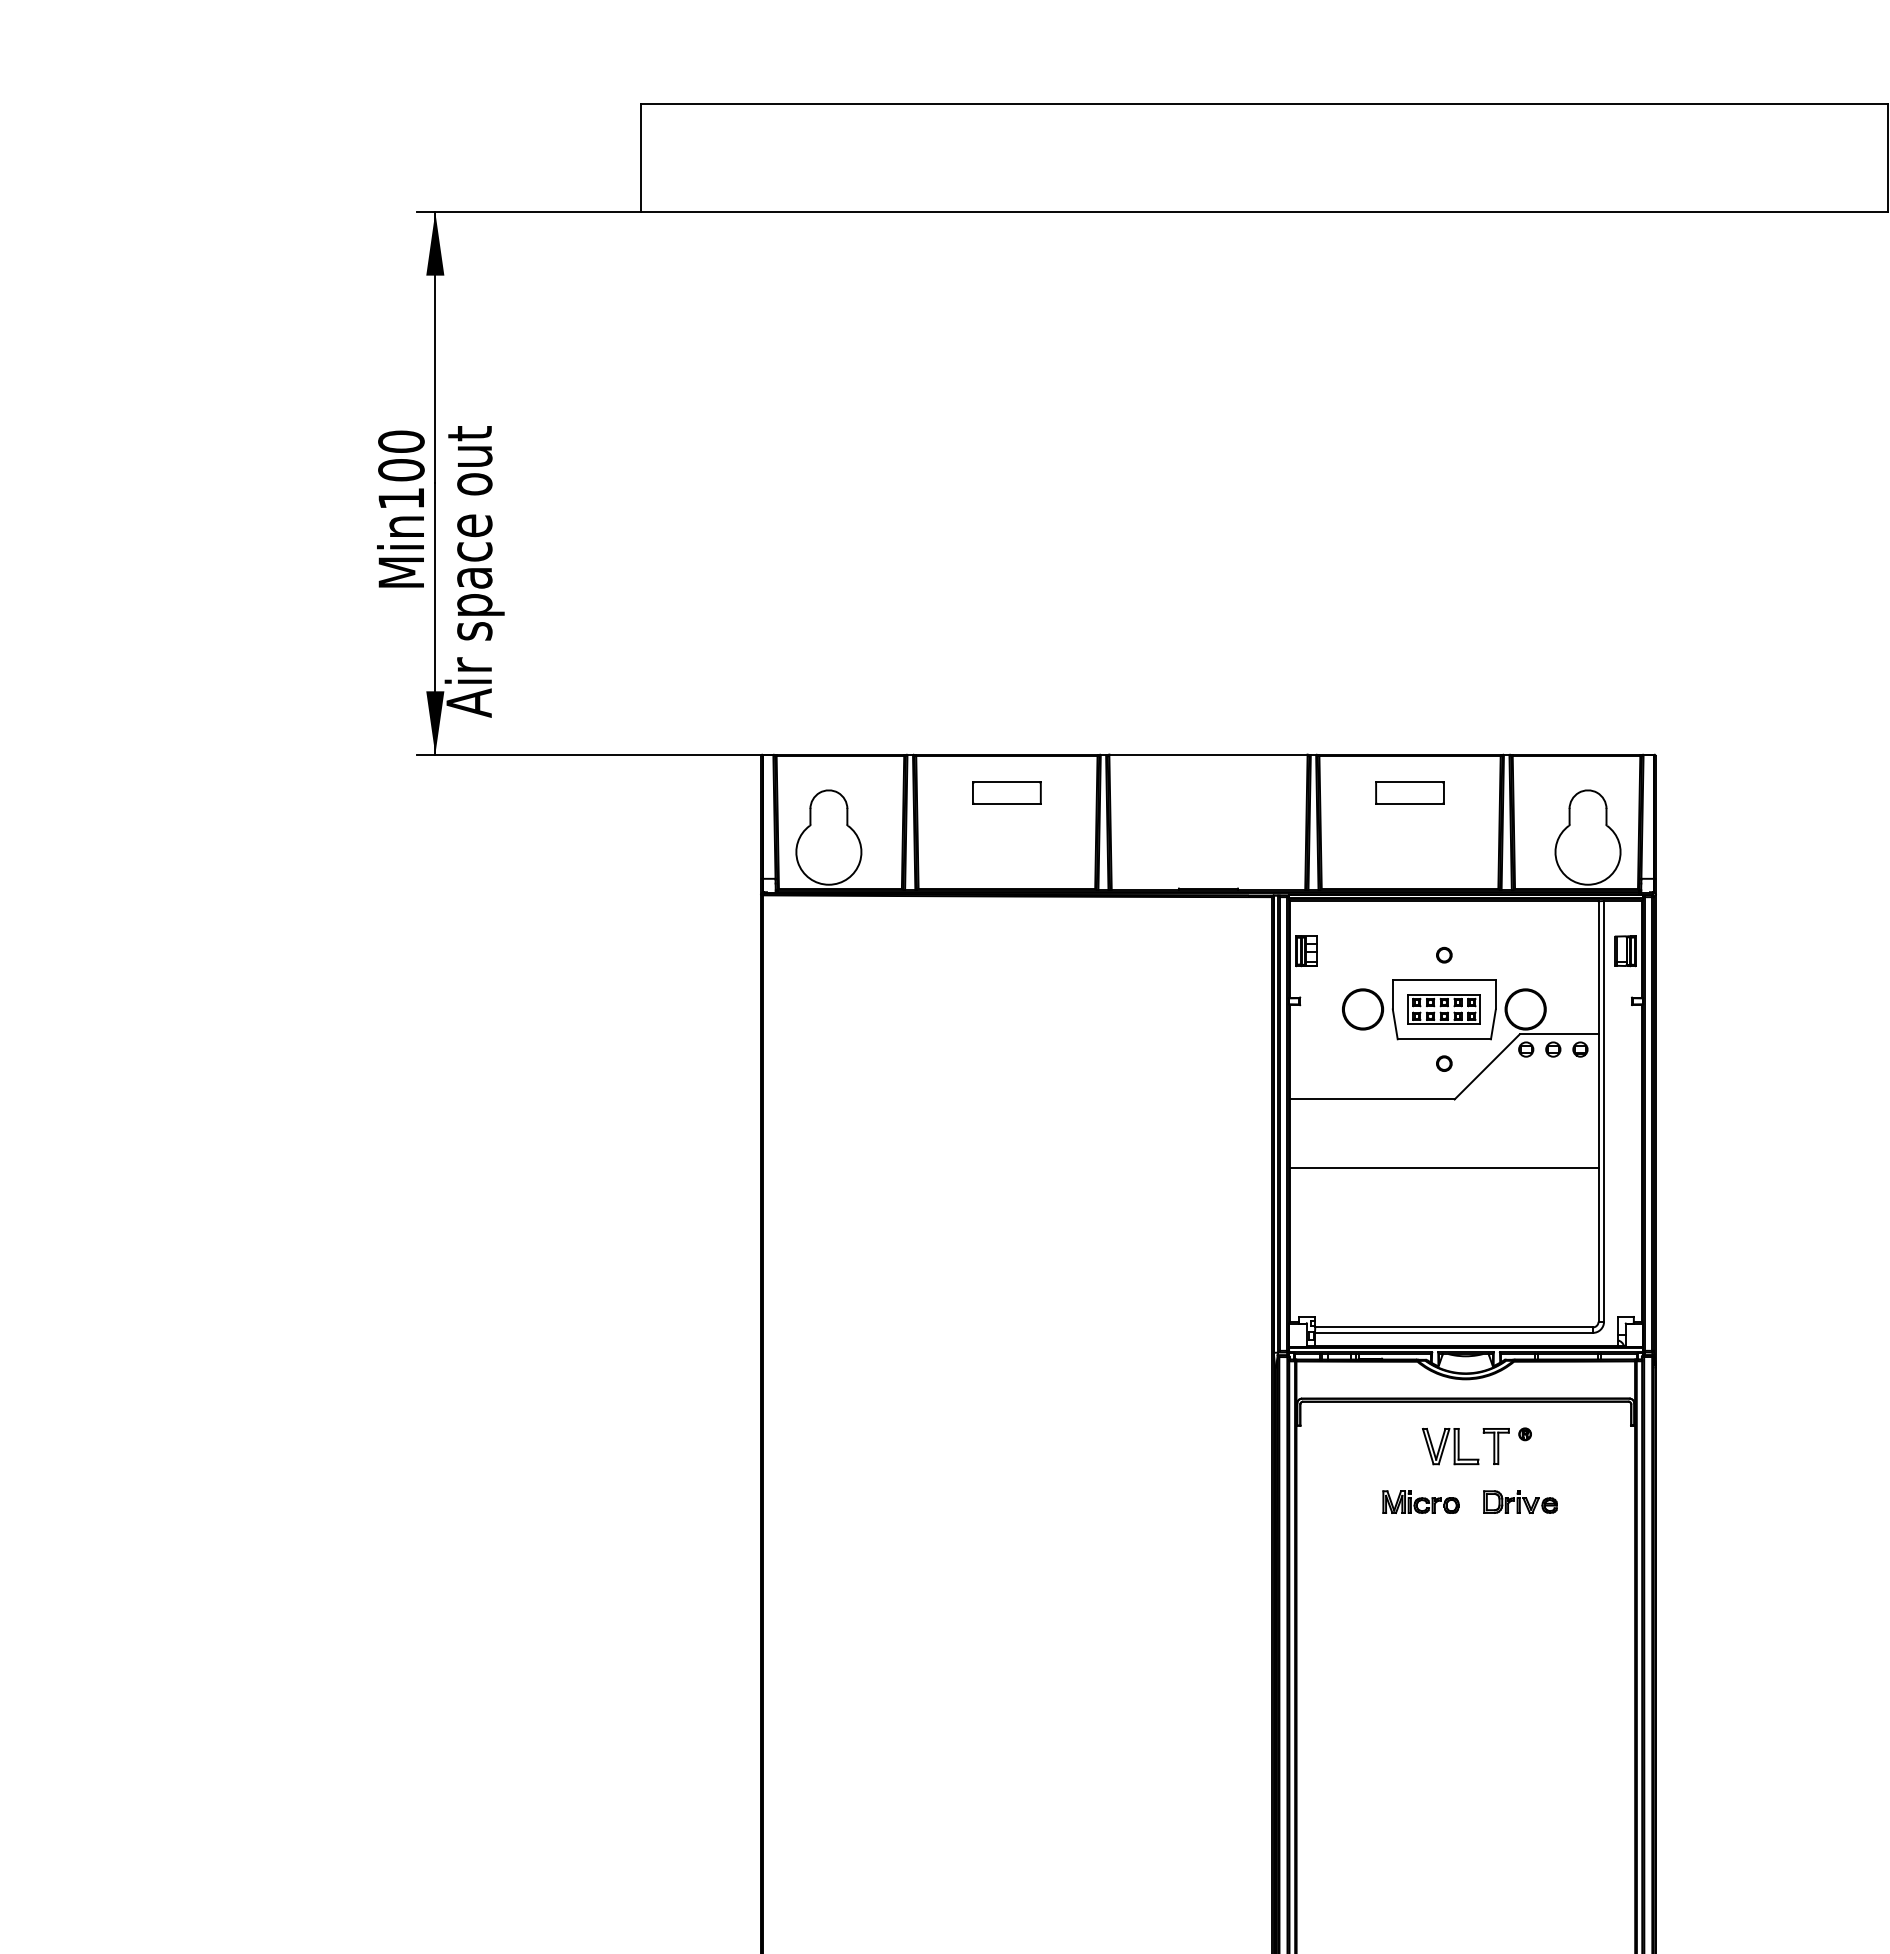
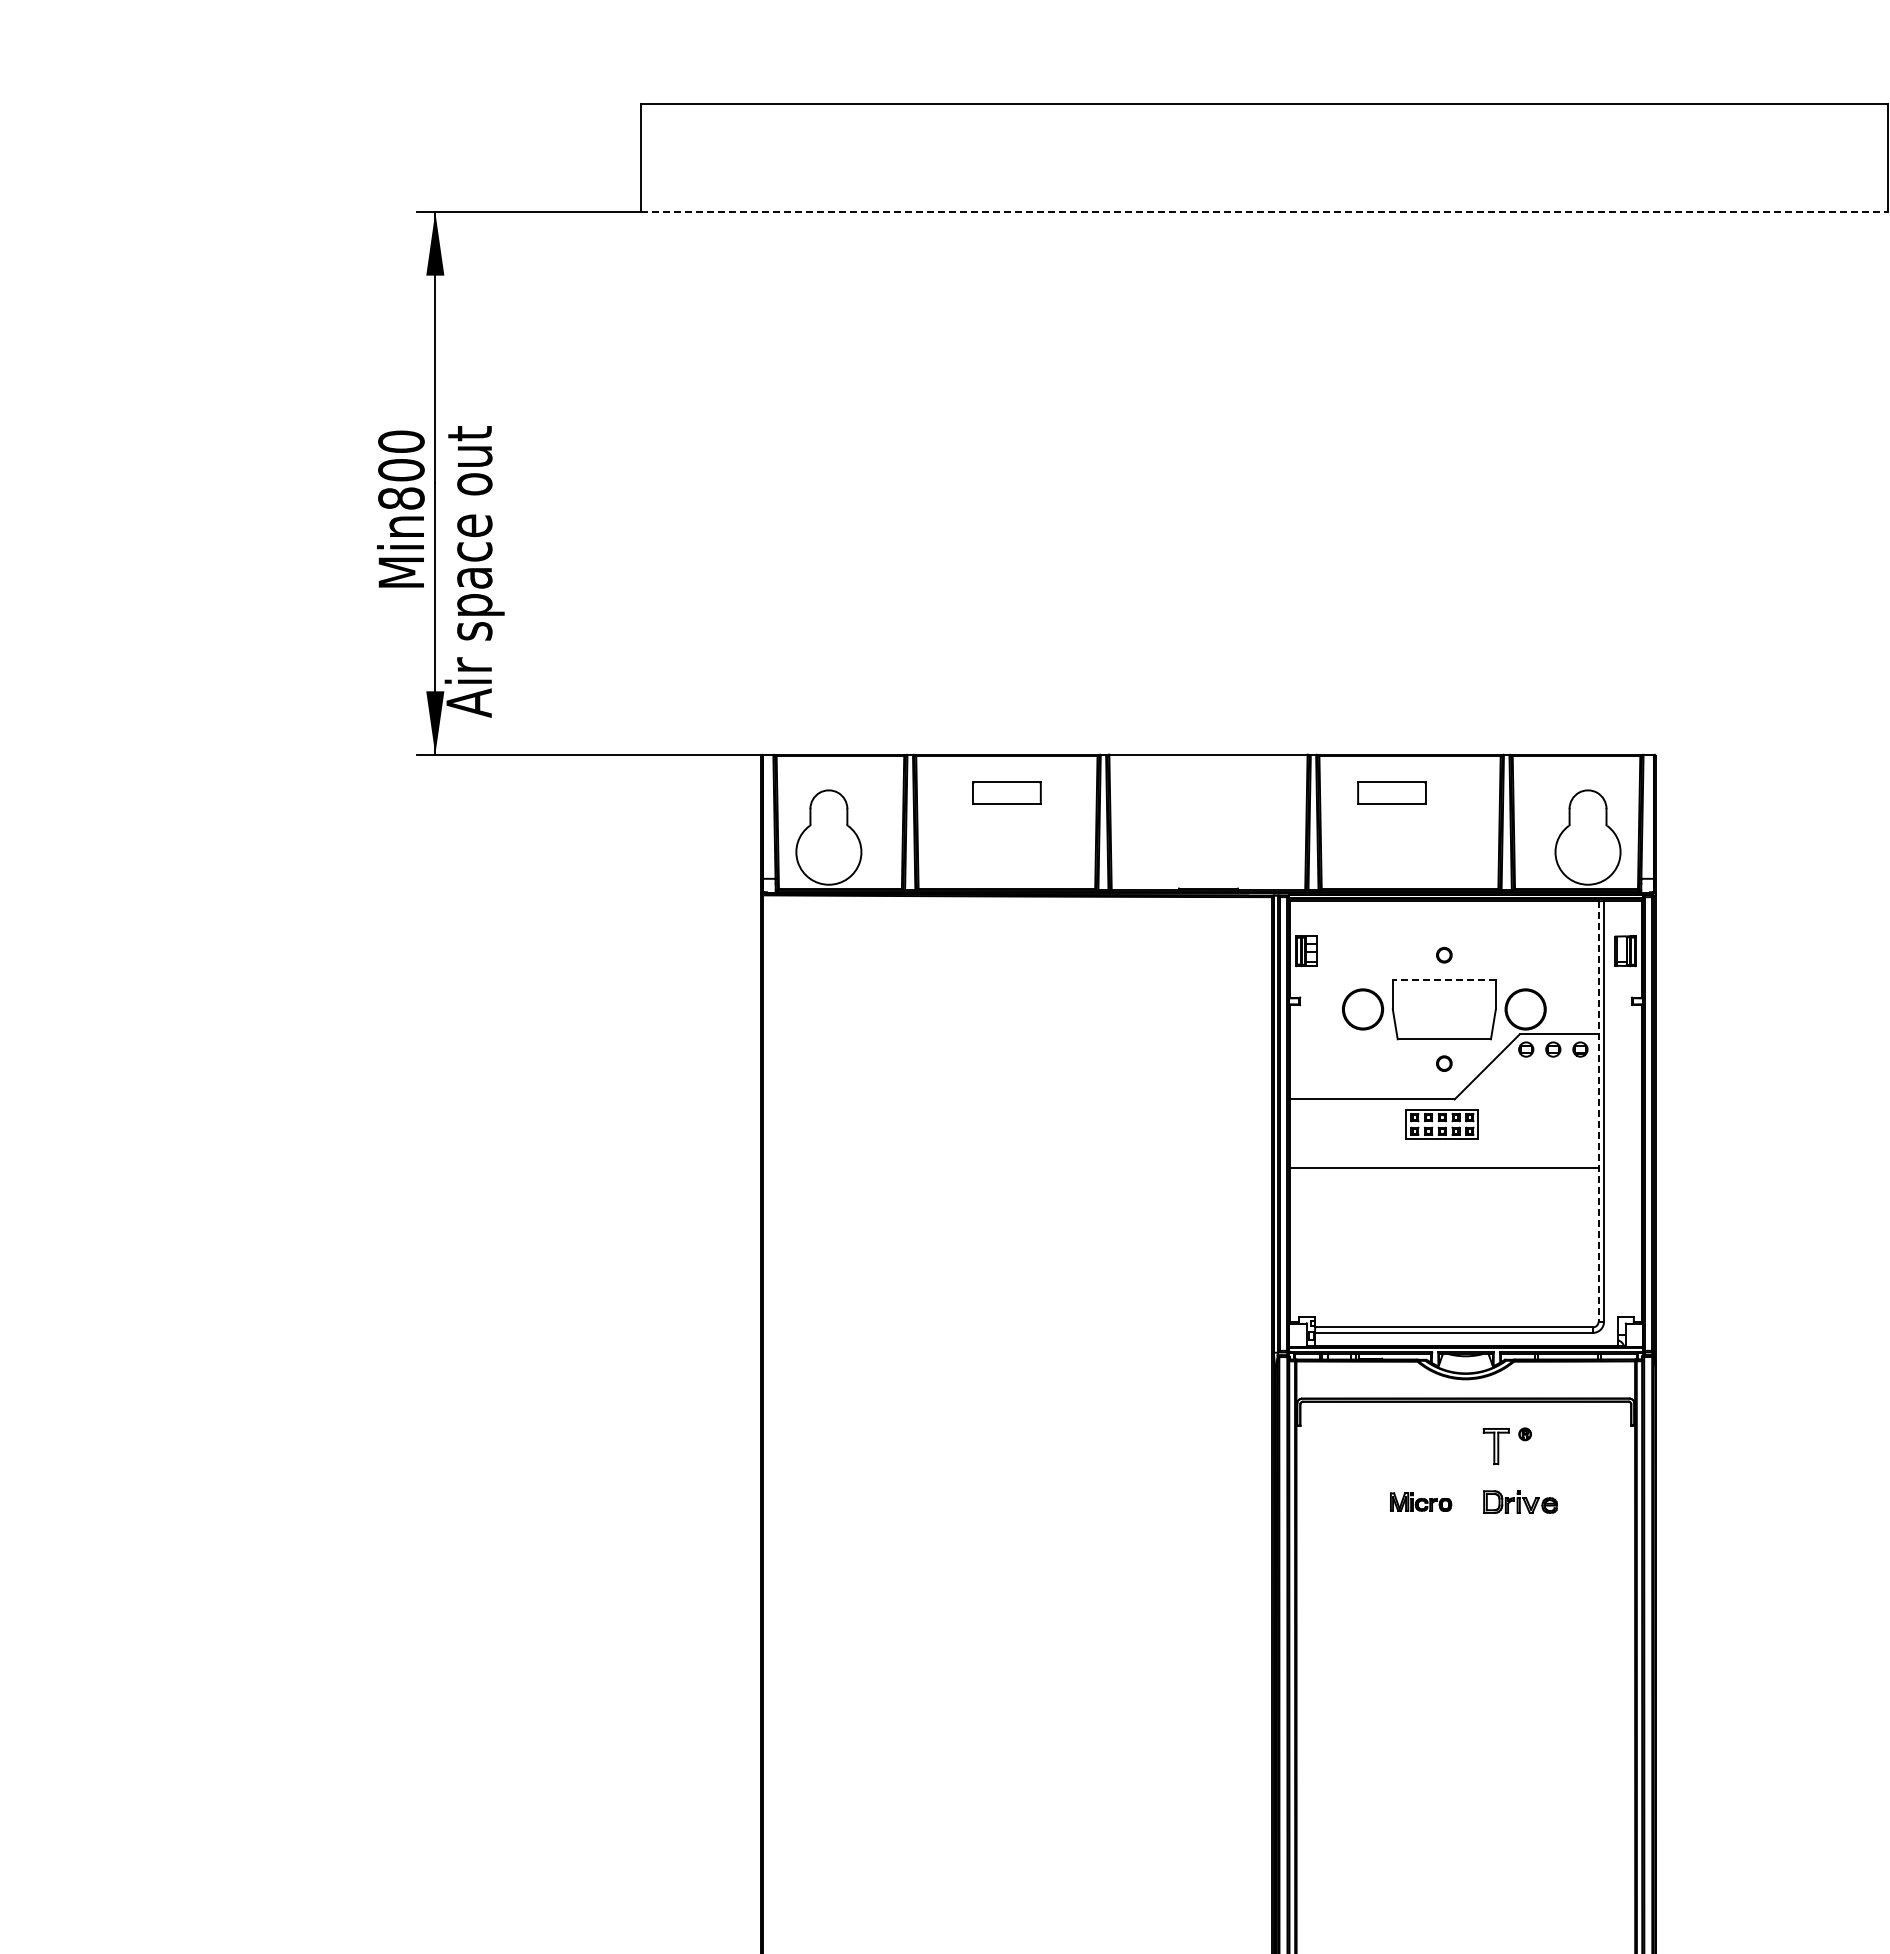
line at (1264, 212): solid -> dashed
text at (401, 498): Min100 -> Min800
part at (1409, 792) position: (1409, 792) -> (1391, 792)
line at (1444, 979): solid -> dashed
part at (1443, 1009) position: (1443, 1009) -> (1441, 1124)
line at (1598, 1112): solid -> dashed
part at (1450, 1446): present -> none
part at (1420, 1501) size: 78x24 px -> 63x20 px
